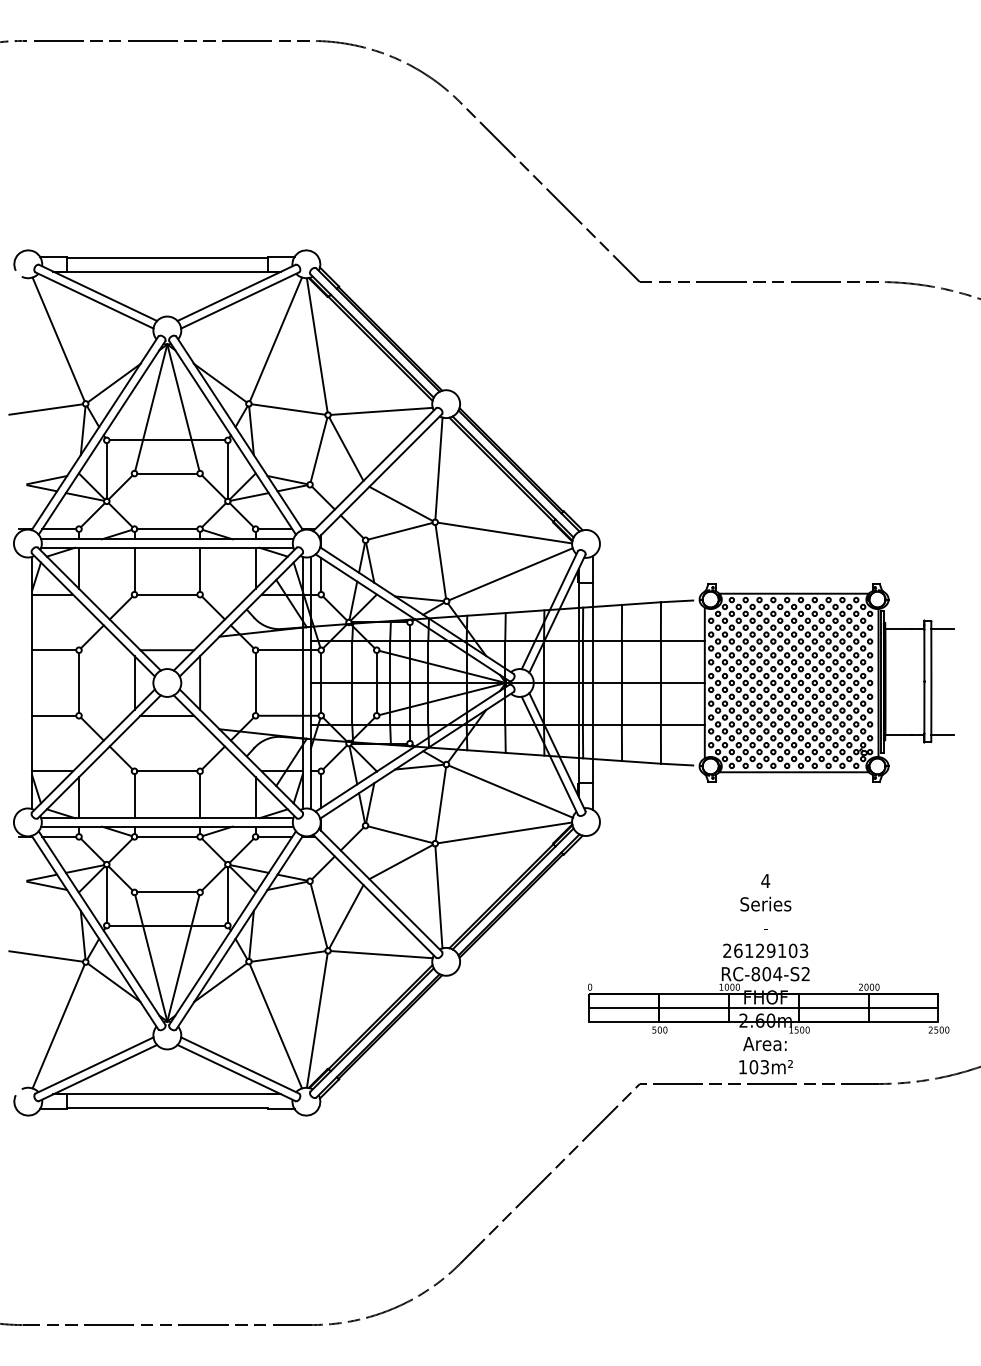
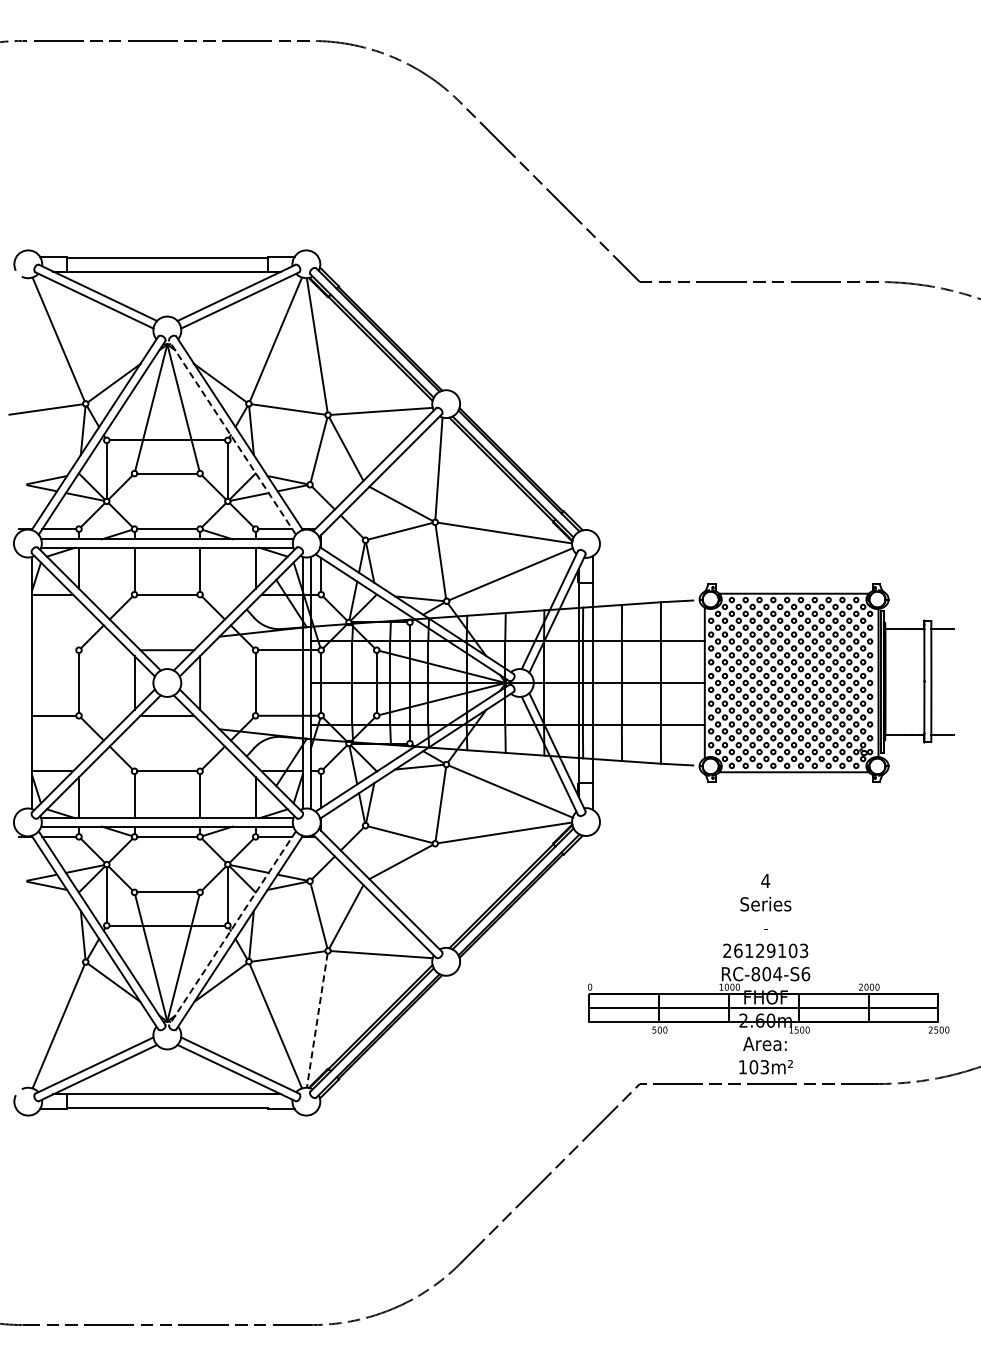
line at (232, 437): solid -> dashed
line at (54, 650): present -> none
line at (438, 897): present -> none
line at (232, 928): solid -> dashed
line at (46, 956): present -> none
text at (805, 974): RC-804-S2 -> RC-804-S6
line at (317, 1020): solid -> dashed
